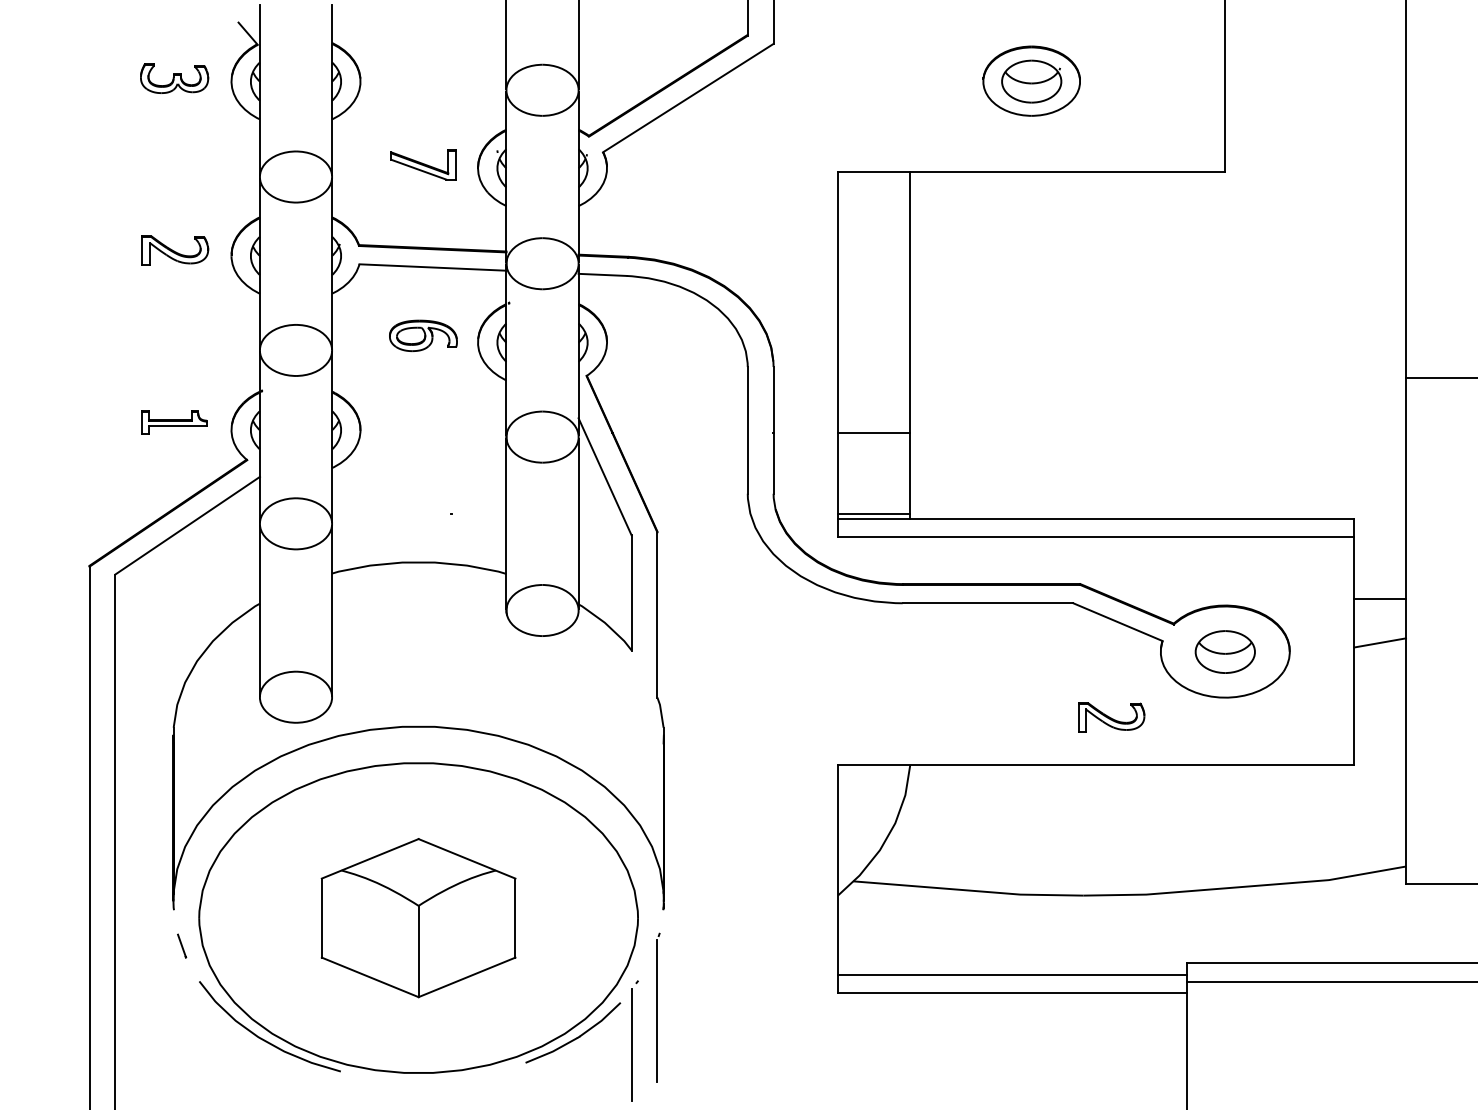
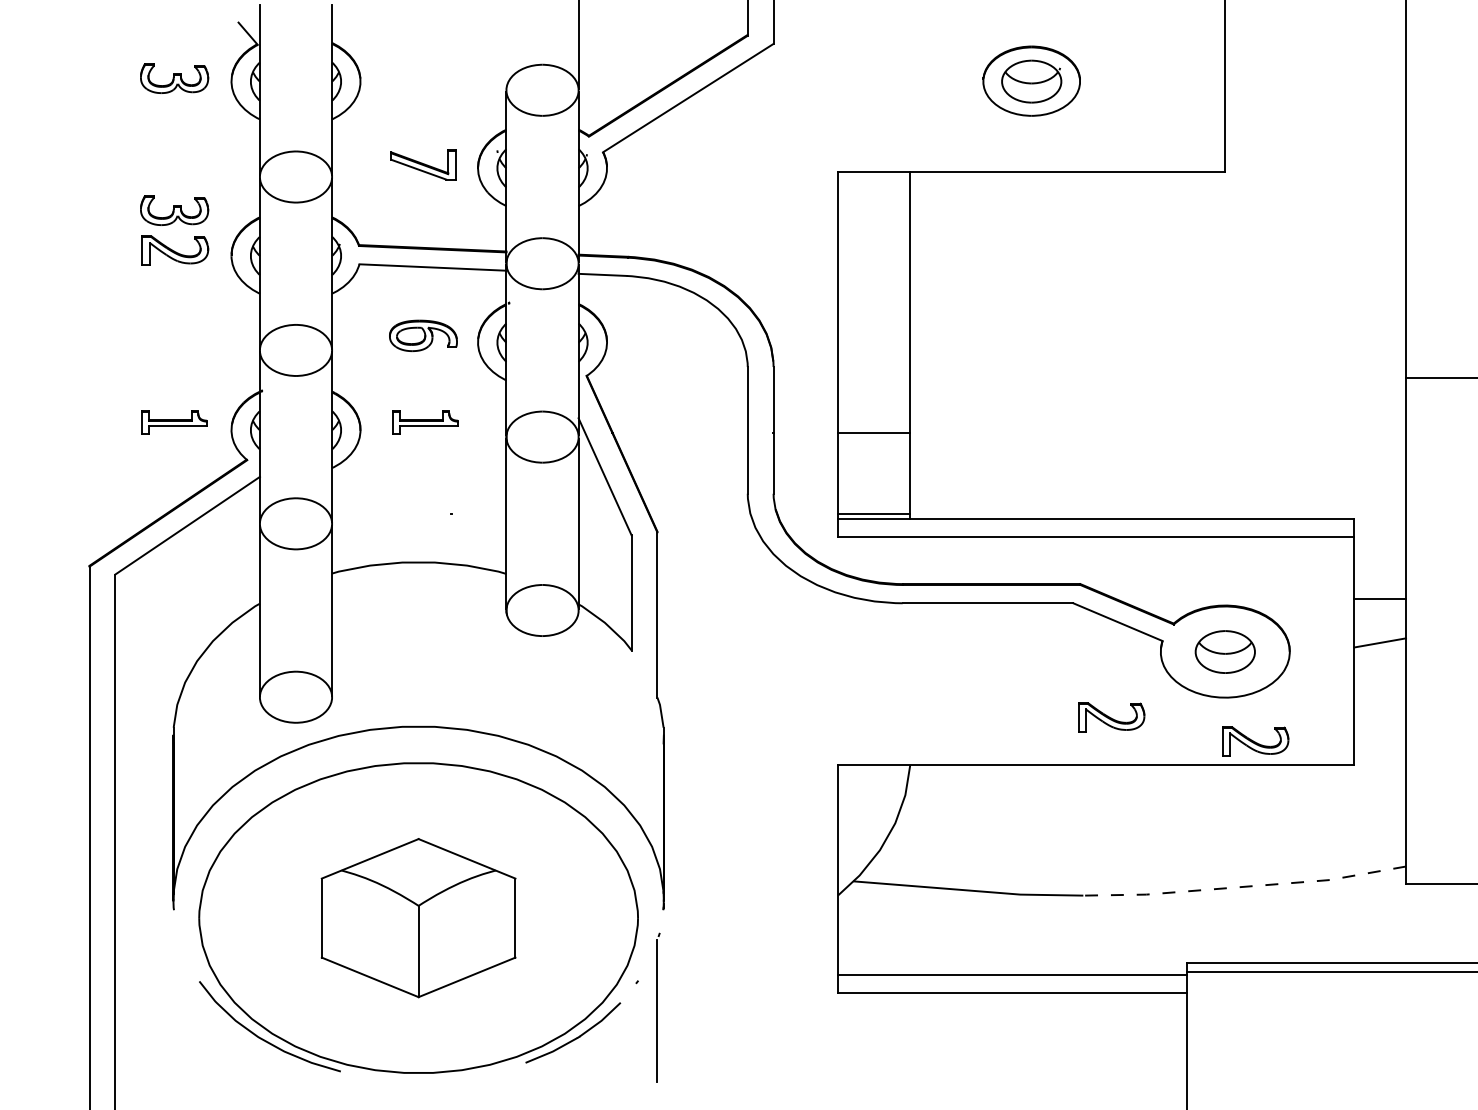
line at (506, 45): present -> none
part at (174, 210): none -> present
part at (425, 422): none -> present
part at (1255, 741): none -> present
line at (1245, 886): solid -> dashed
line at (182, 945): present -> none
line at (1330, 981) position: (1330, 981) -> (1330, 971)
line at (631, 1044): present -> none
